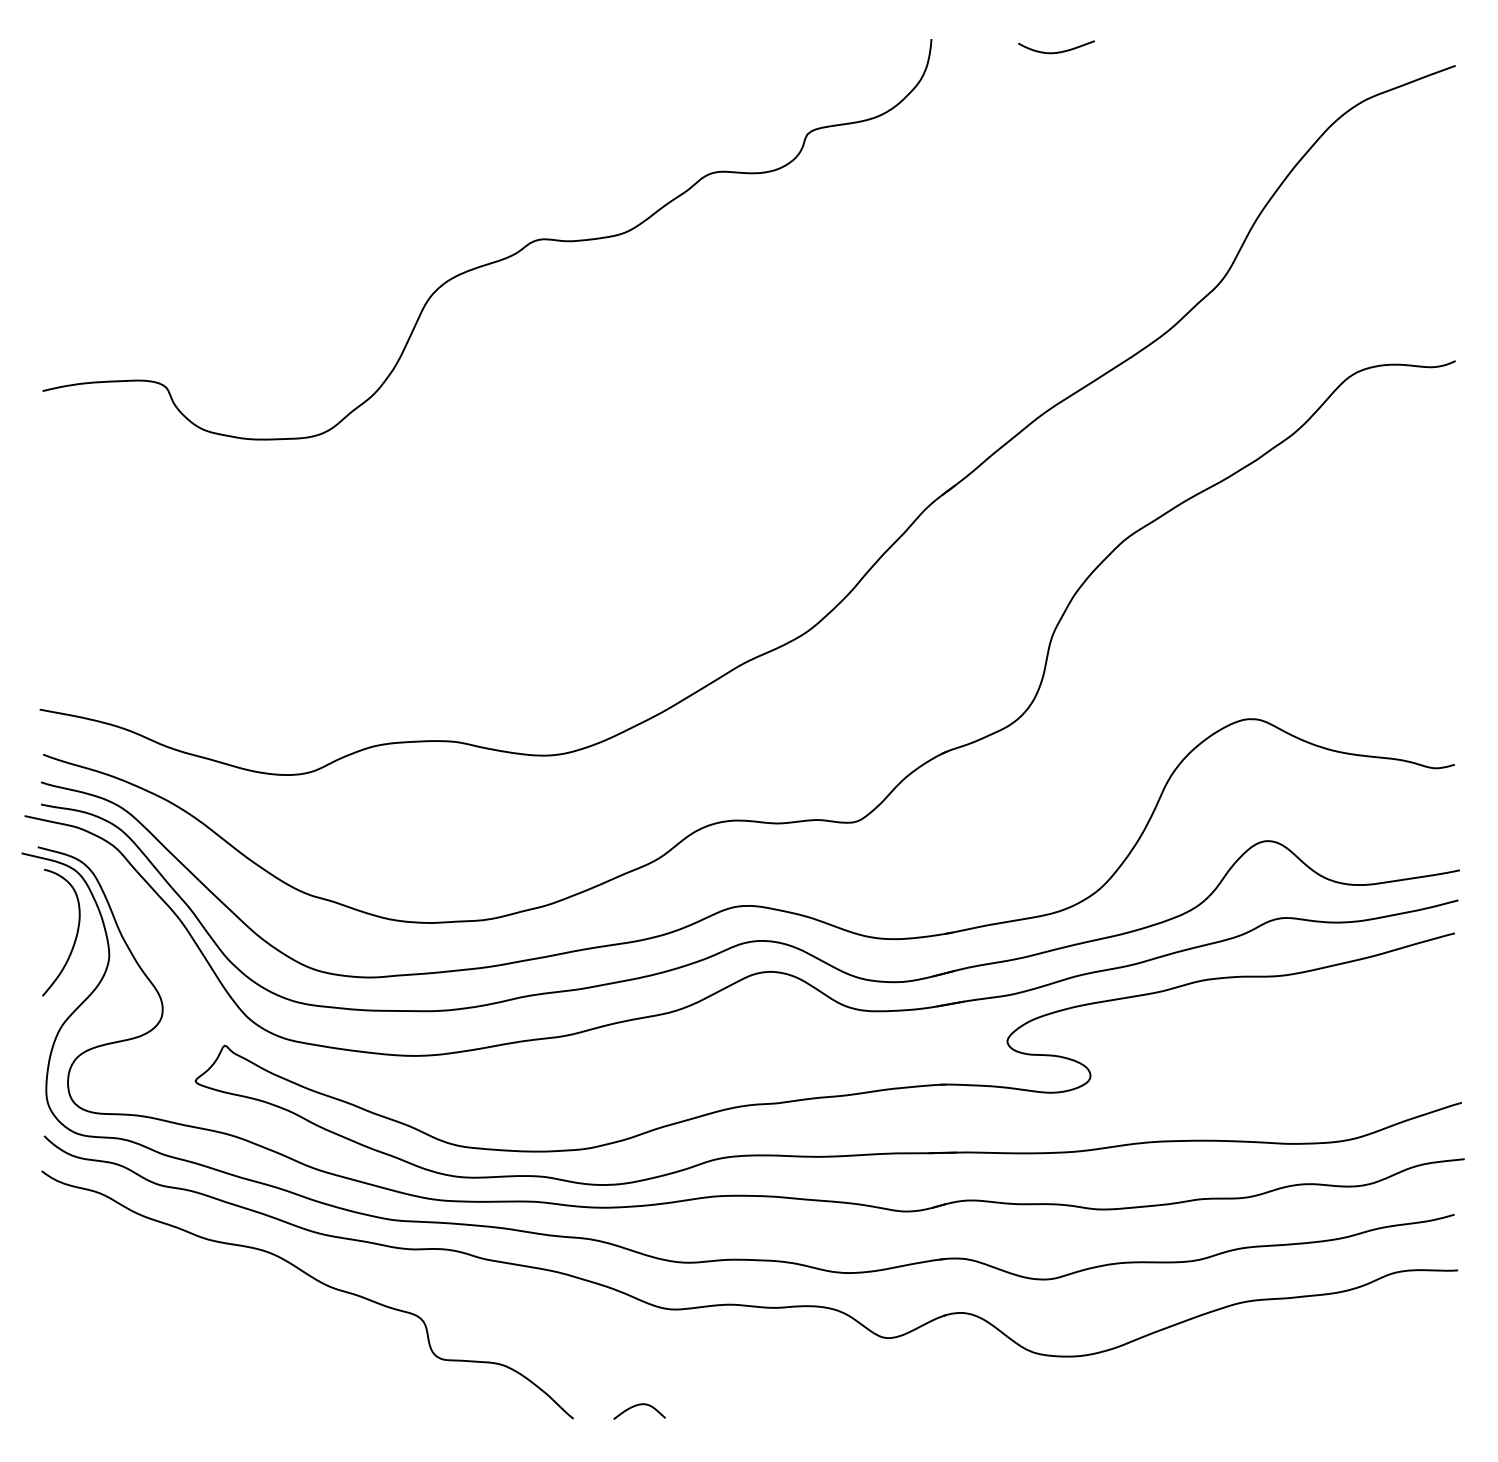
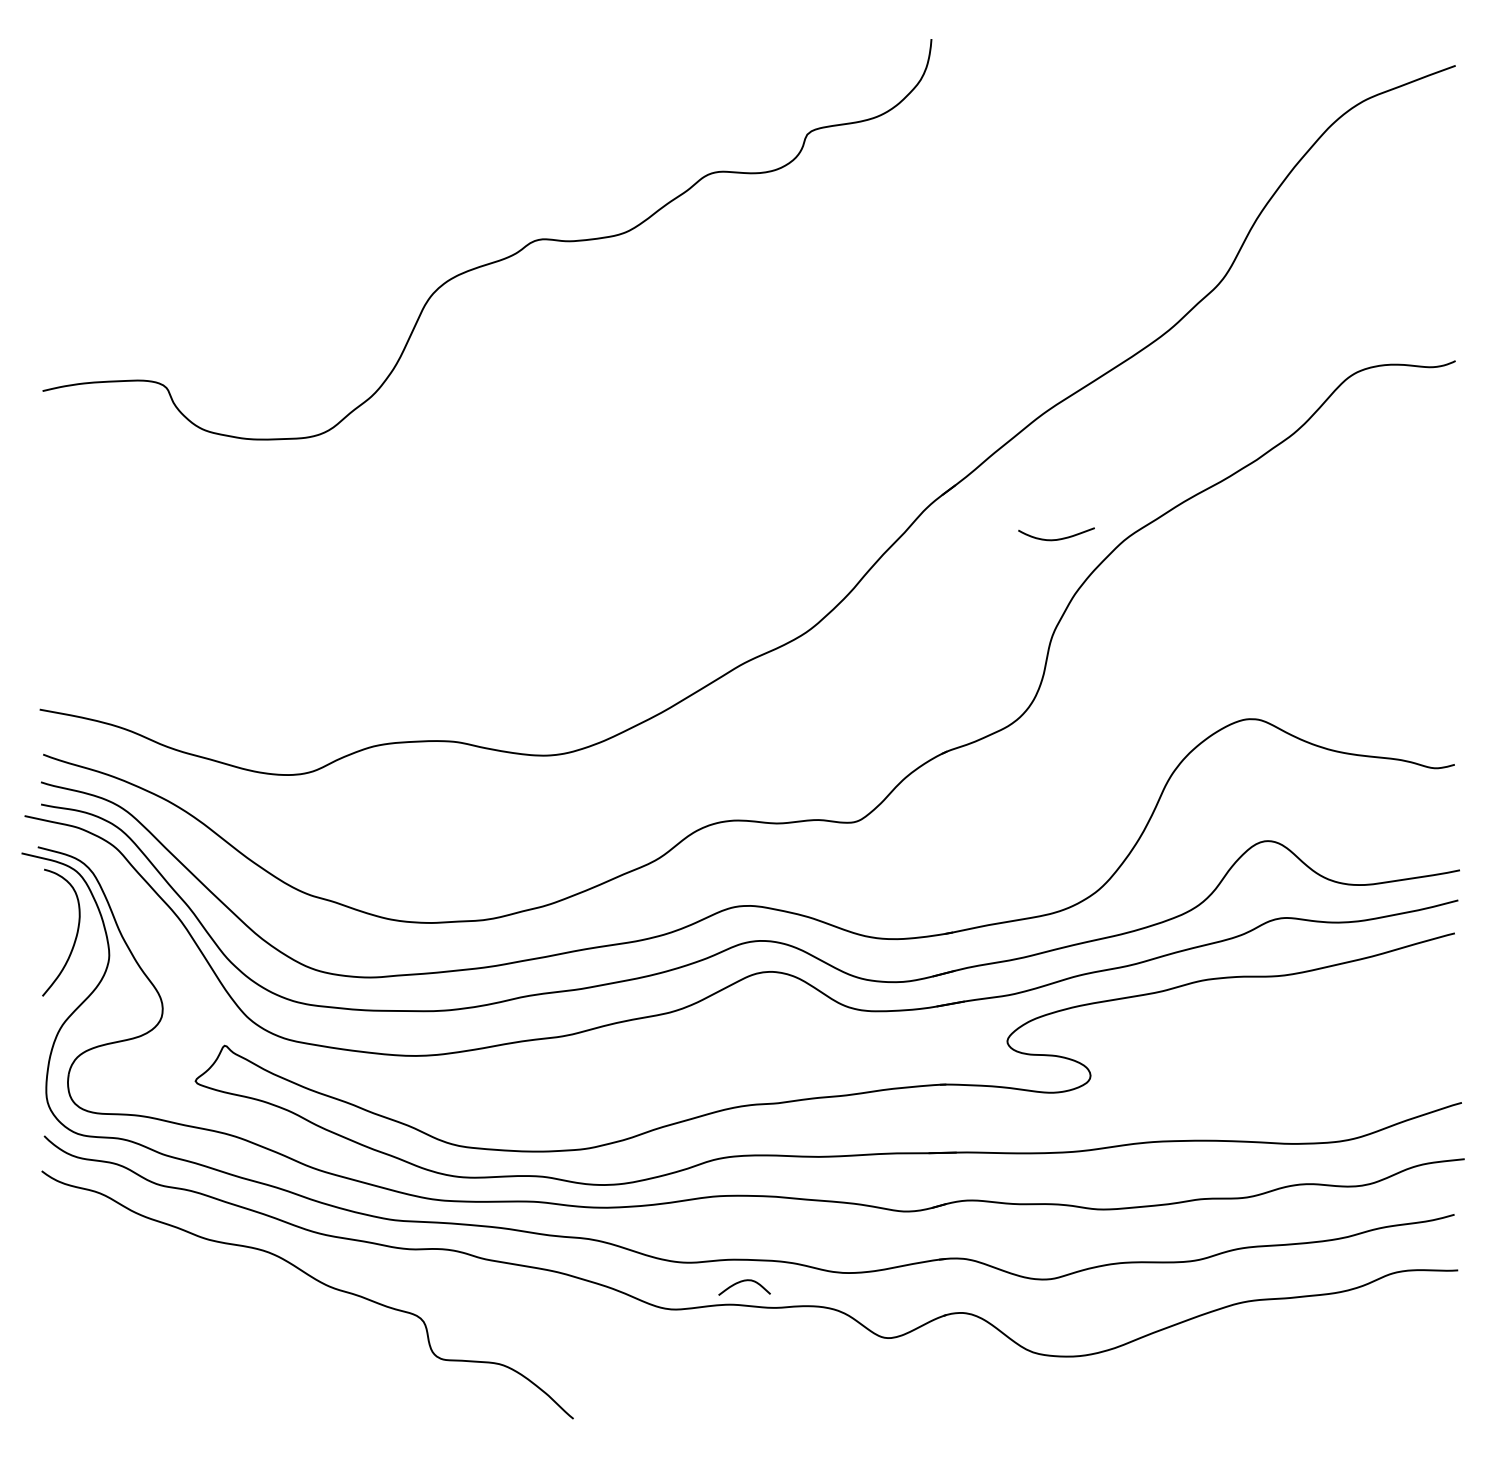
curve at (1057, 51) position: (1057, 51) -> (1057, 538)
curve at (637, 1406) position: (637, 1406) -> (742, 1282)
